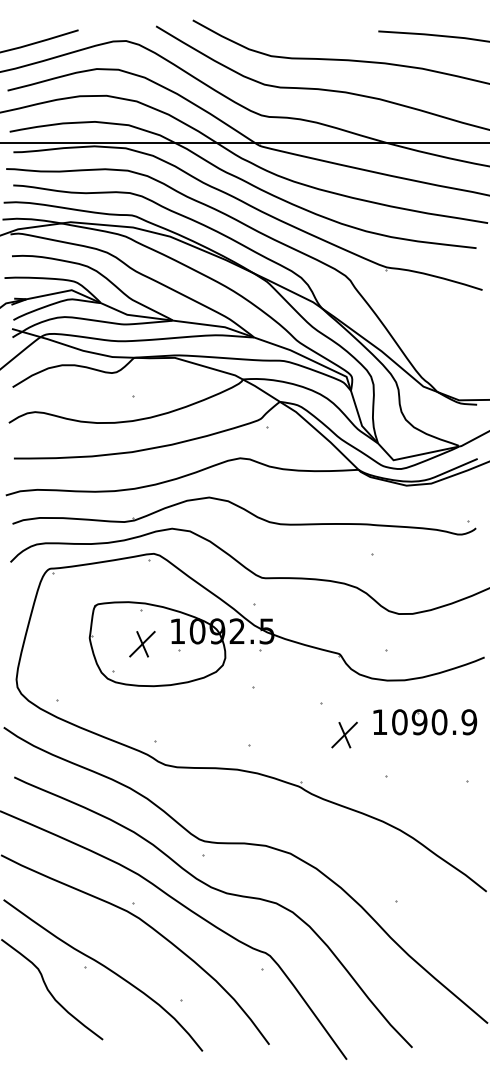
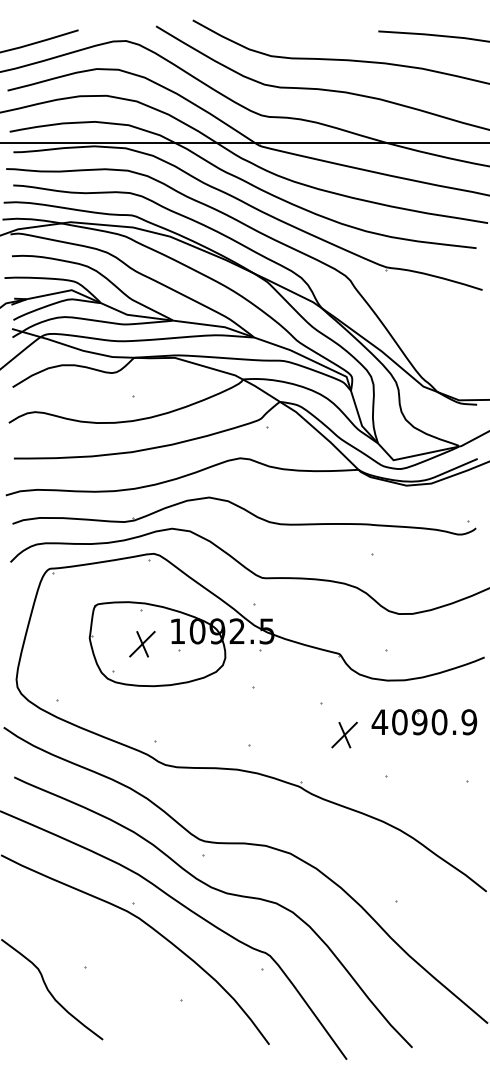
text at (379, 721): 1090.9 -> 4090.9
curve at (108, 970): present -> none
